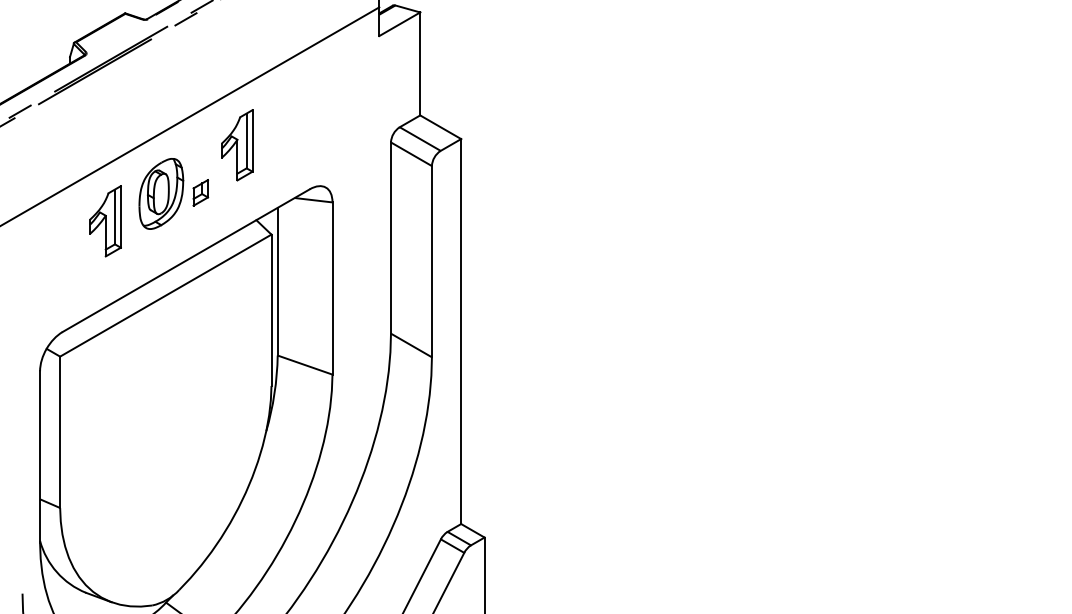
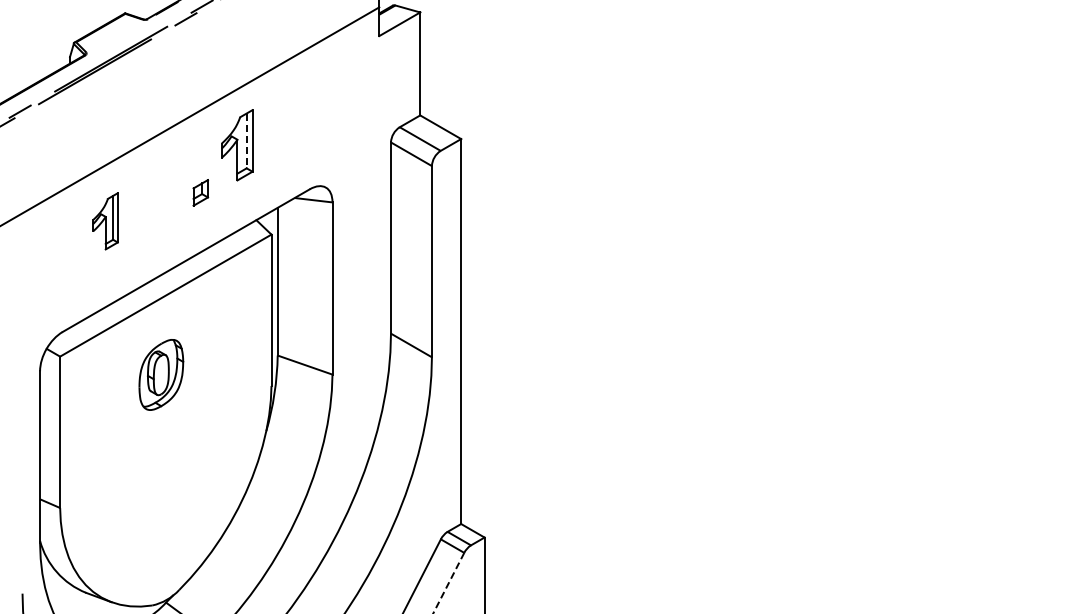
line at (246, 141): solid -> dashed
part at (161, 193) position: (161, 193) -> (161, 374)
part at (105, 221) size: 33x73 px -> 27x59 px
line at (448, 583): solid -> dashed
